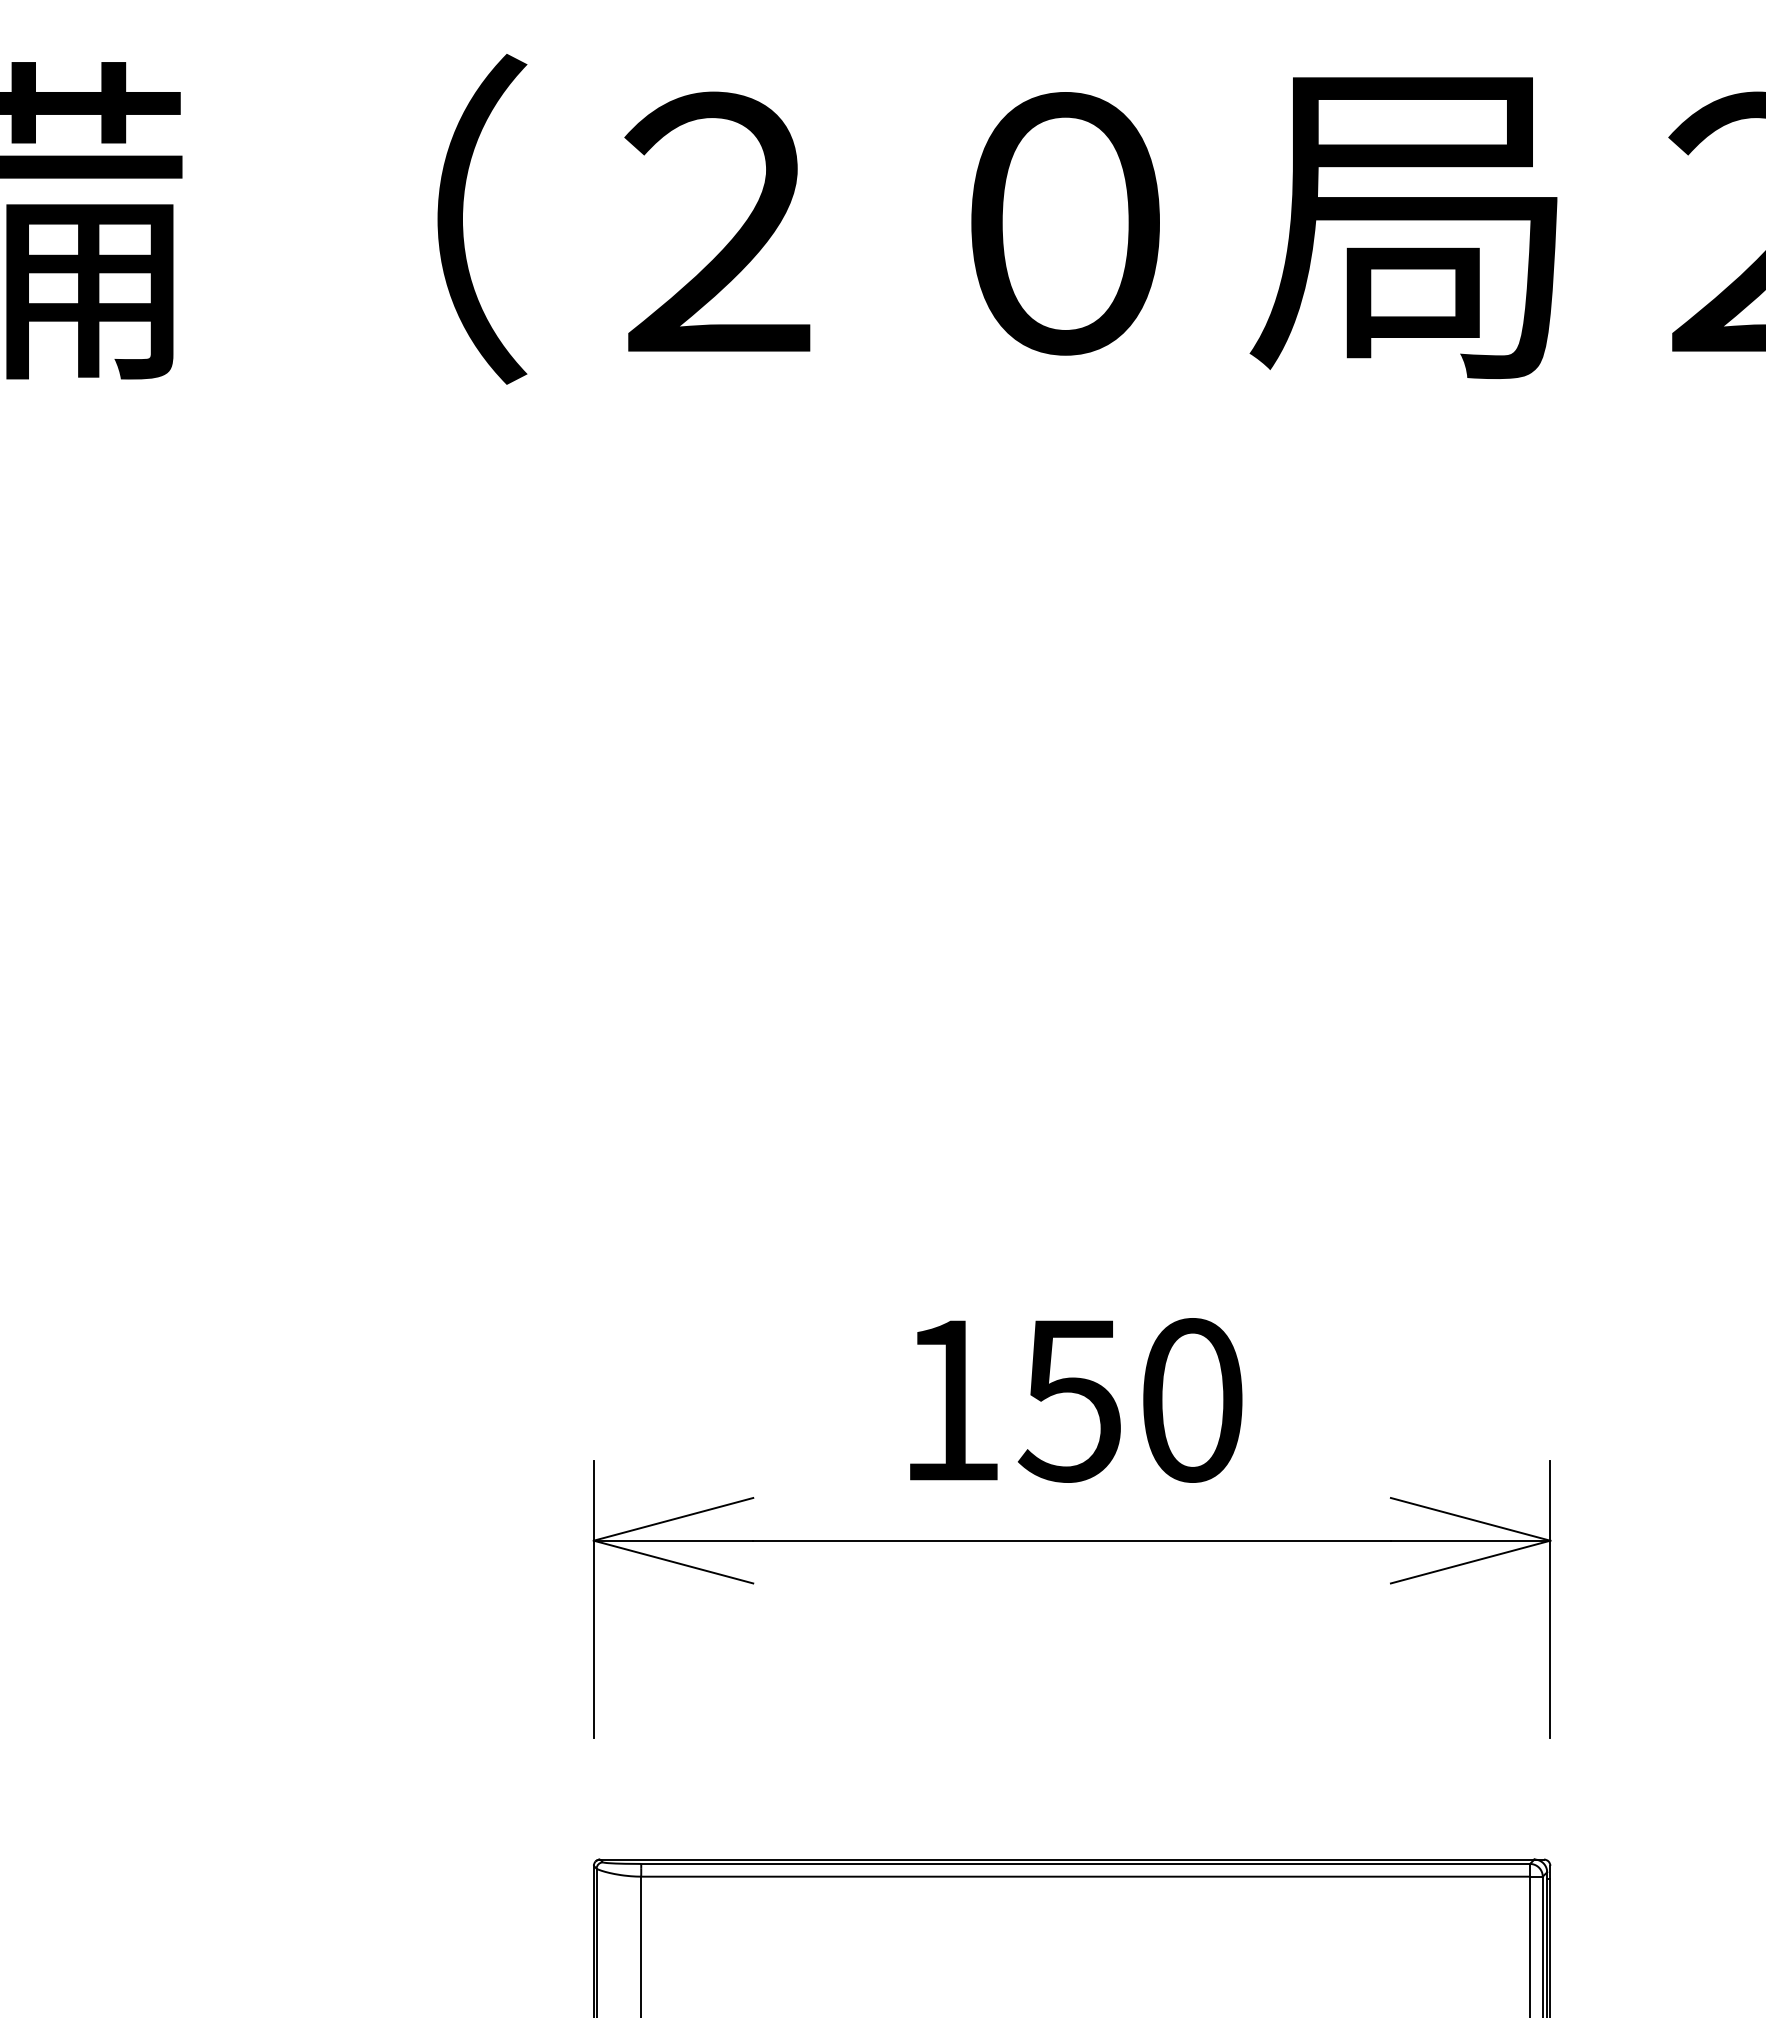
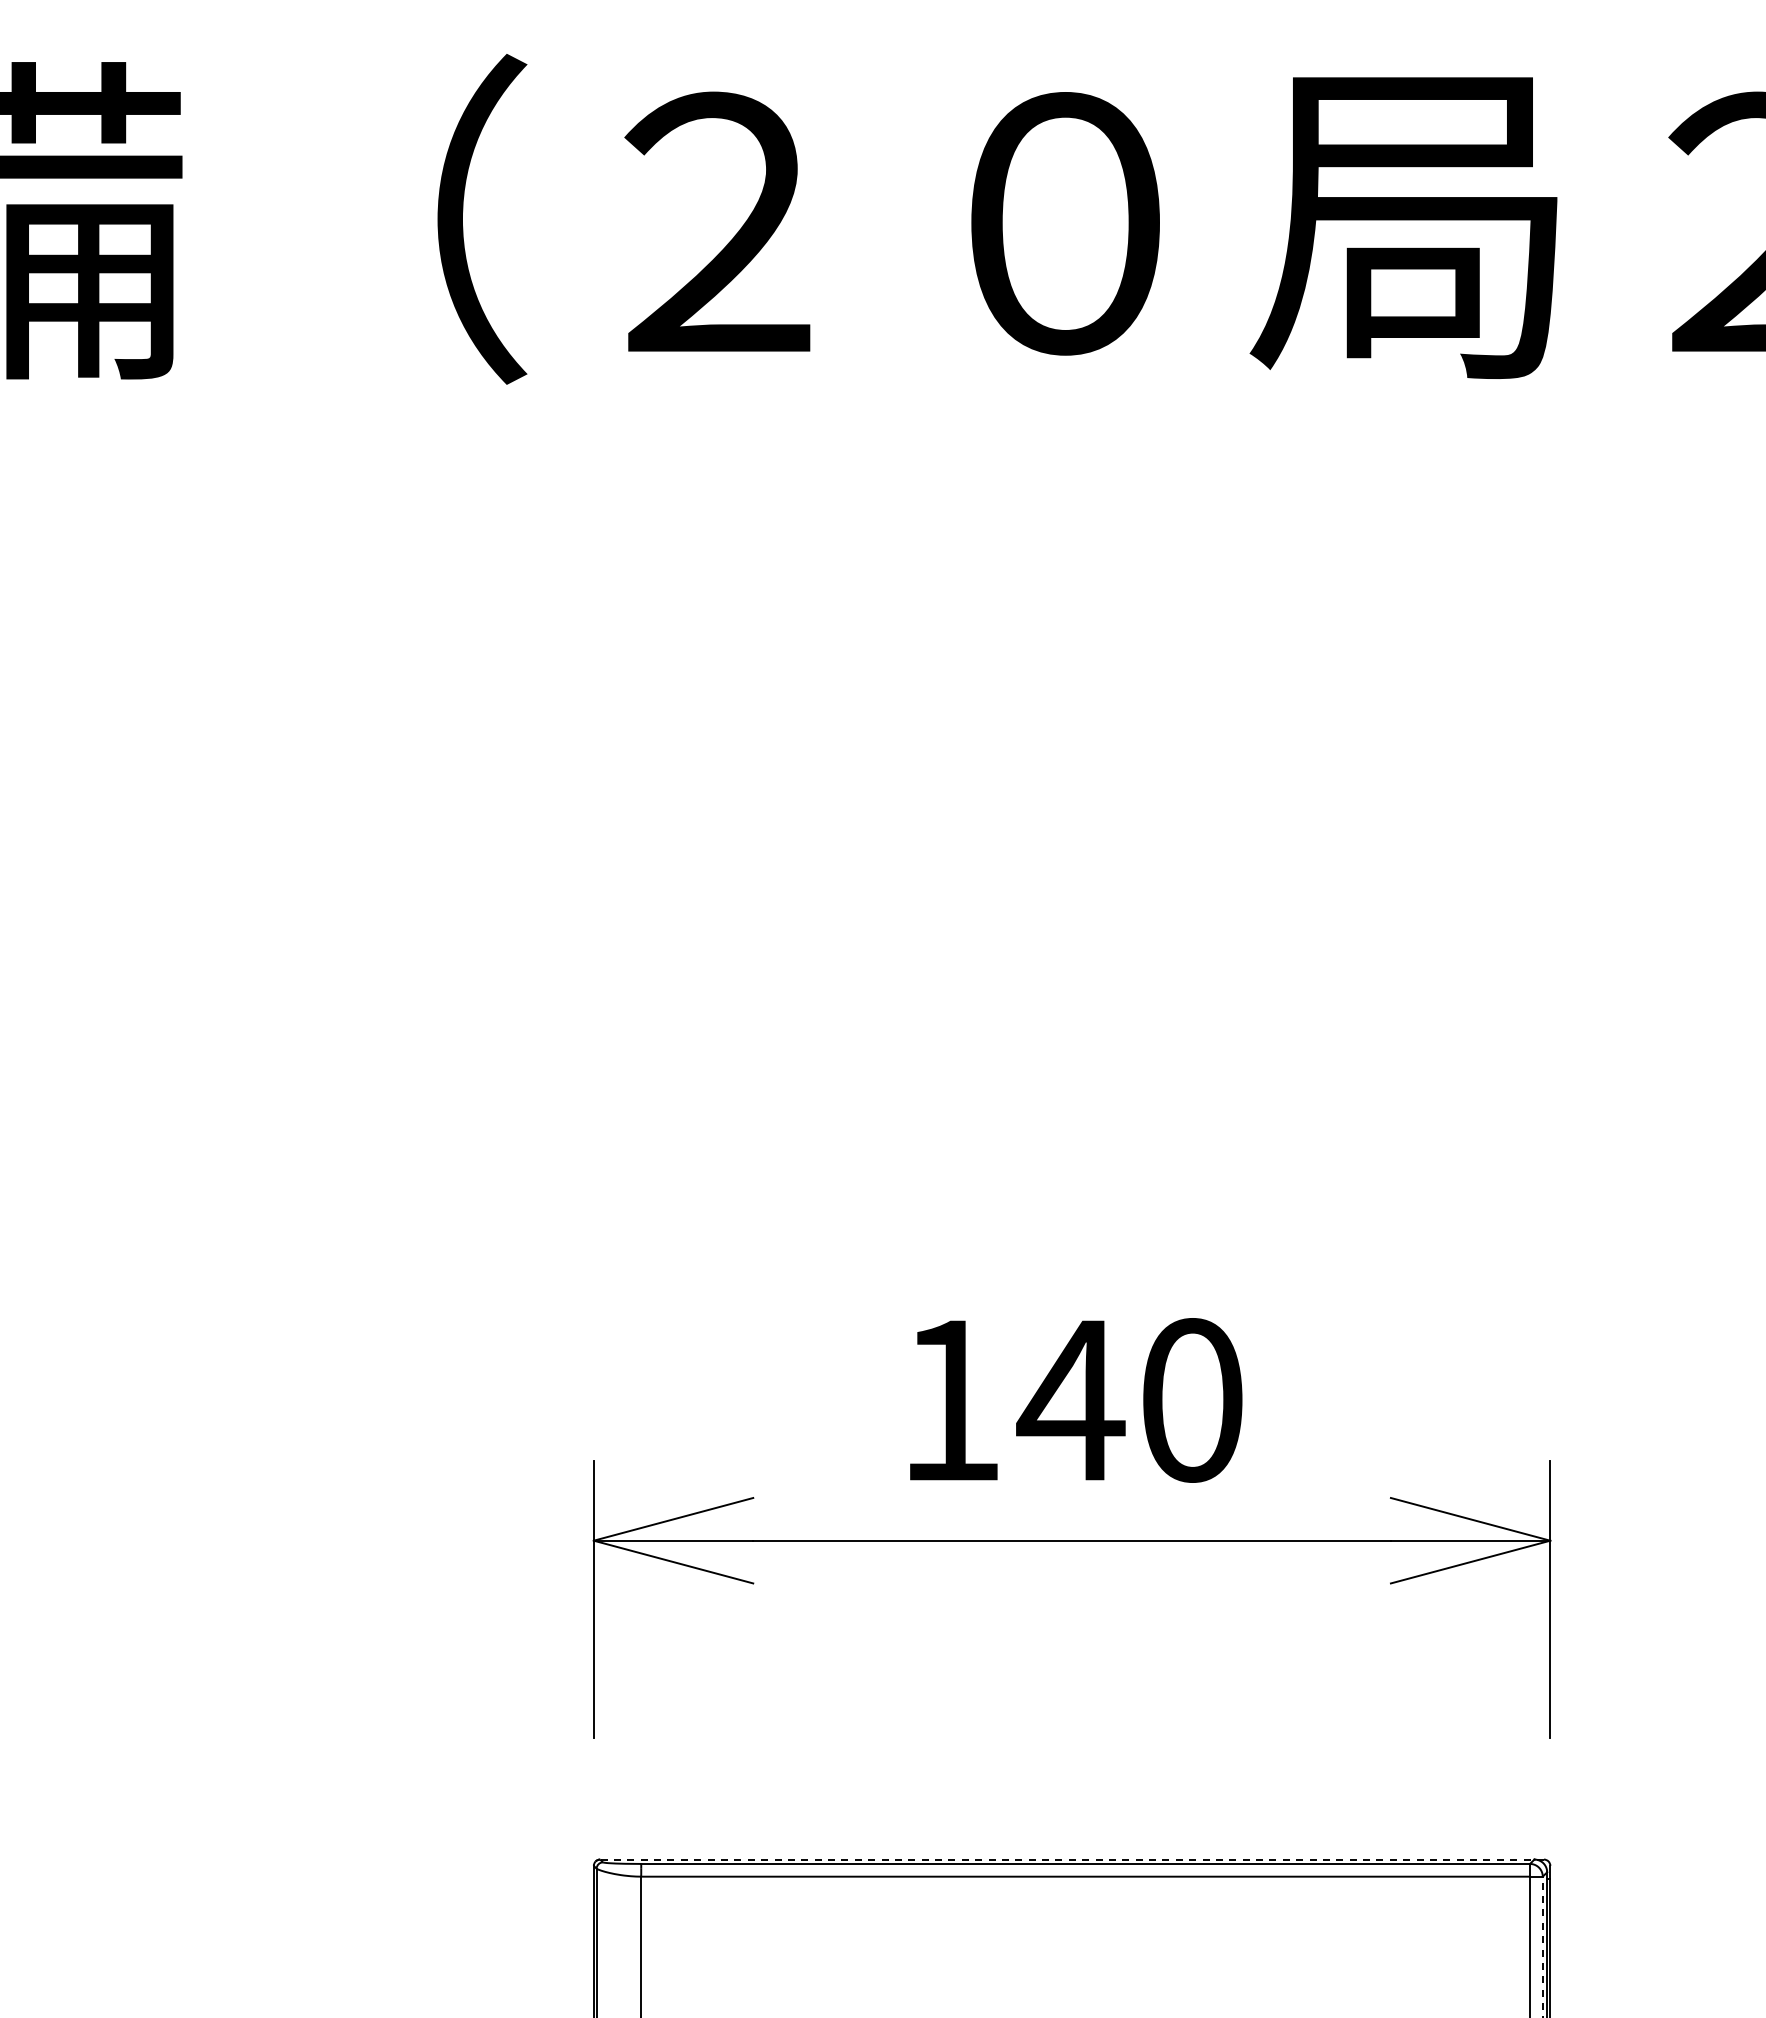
text at (1070, 1401): 150 -> 140
line at (1072, 1859): solid -> dashed
line at (1542, 1946): solid -> dashed
